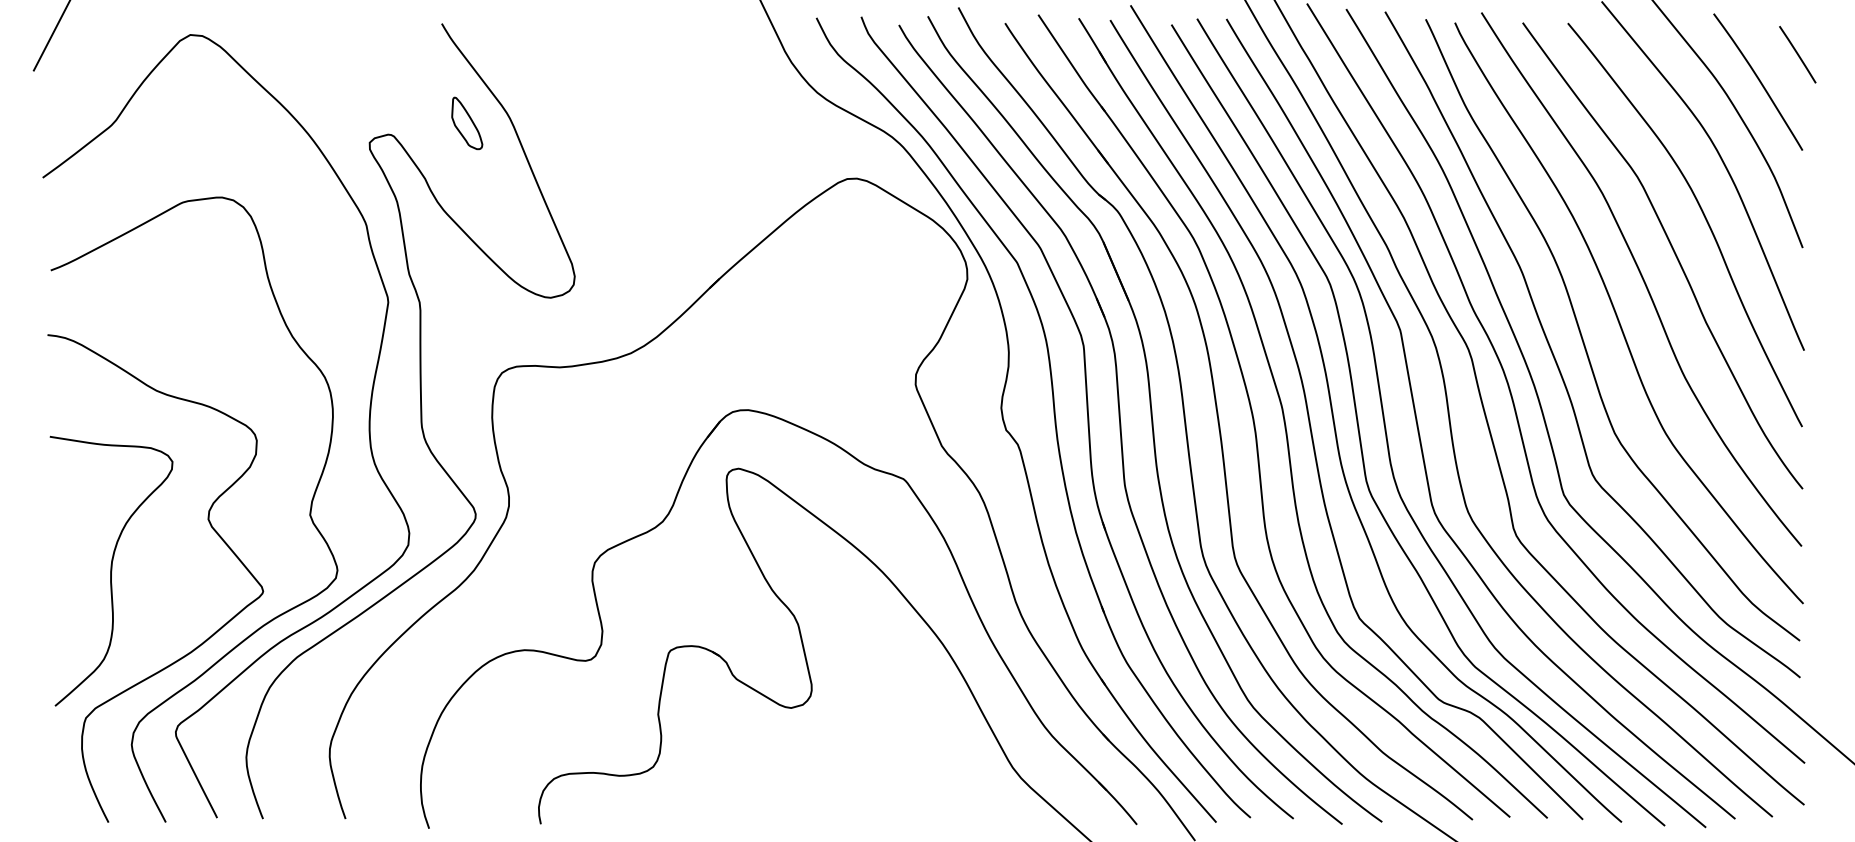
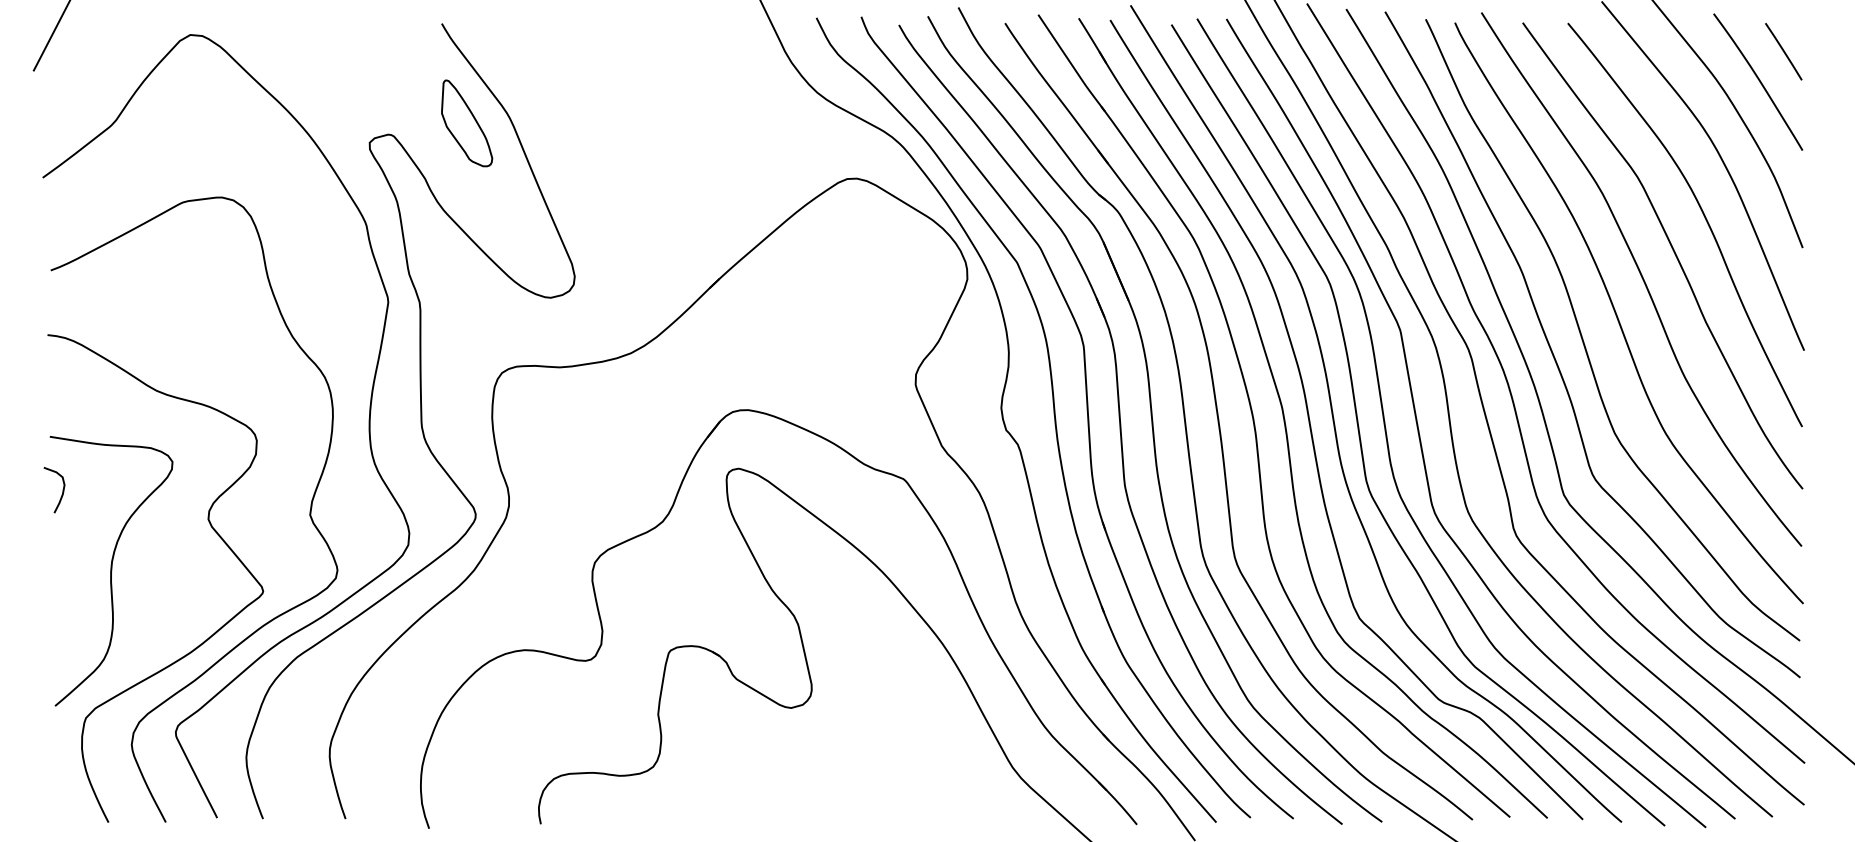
line at (1797, 54) position: (1797, 54) -> (1783, 51)
part at (467, 123) size: 33x55 px -> 53x89 px
curve at (62, 490): none -> present
